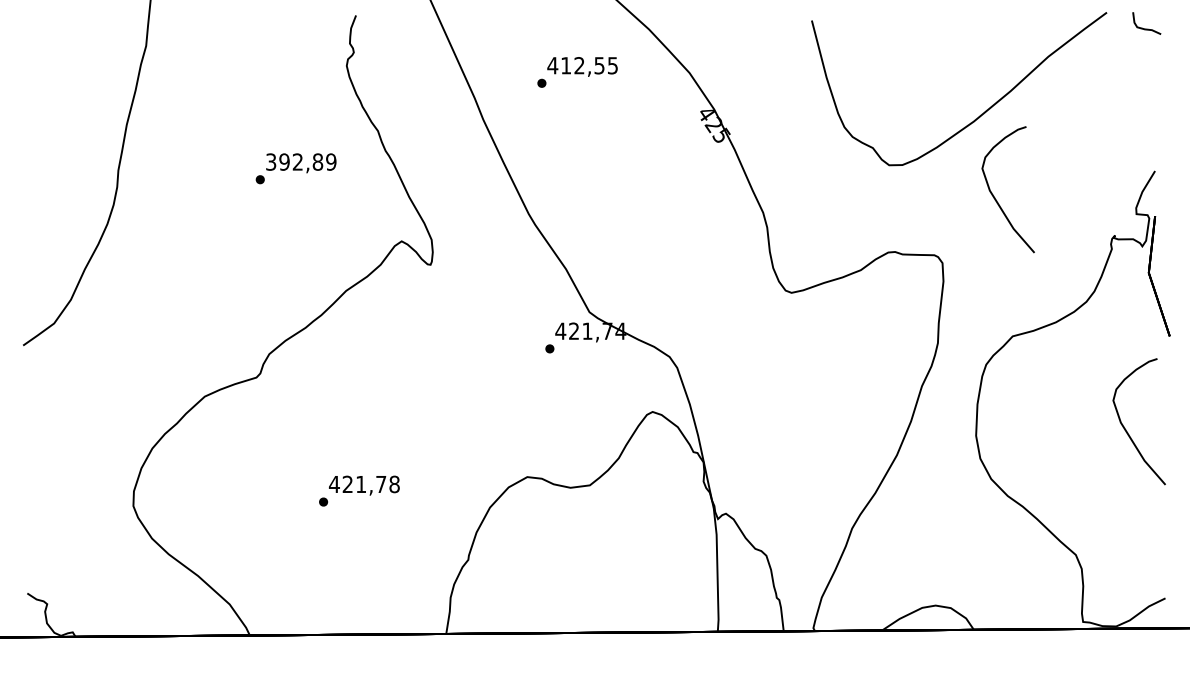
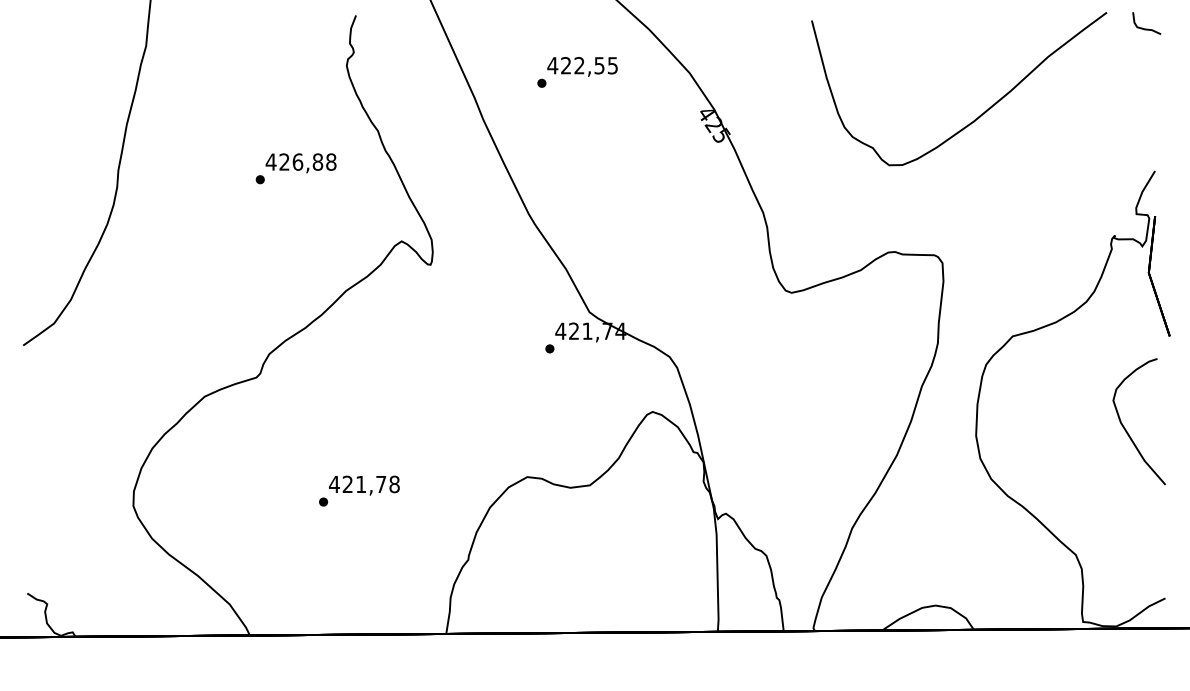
text at (565, 65): 412,55 -> 422,55
text at (300, 161): 392,89 -> 426,88
part at (995, 197): present -> none
